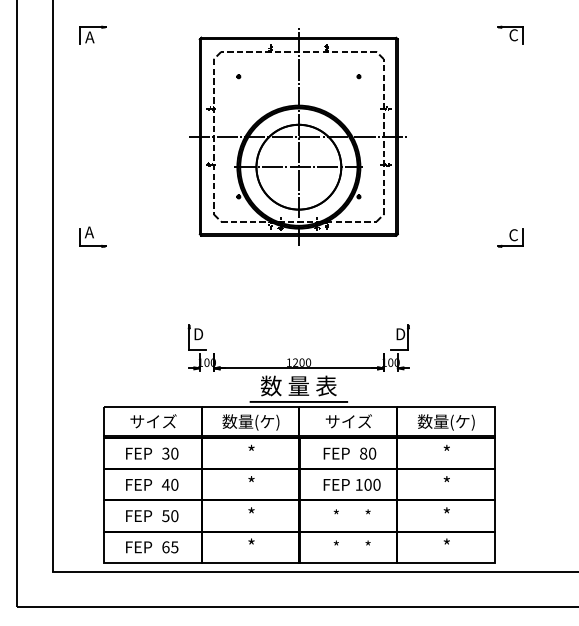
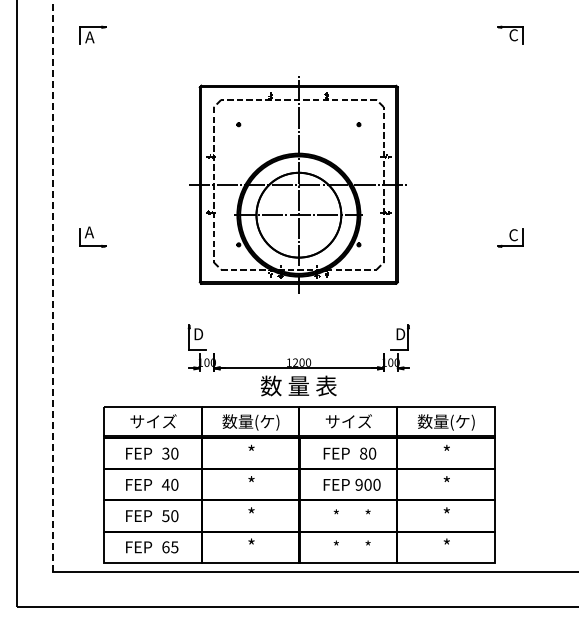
part at (297, 136) position: (297, 136) -> (297, 184)
line at (52, 285): solid -> dashed
line at (298, 401): present -> none
text at (358, 484): 100 -> 900
